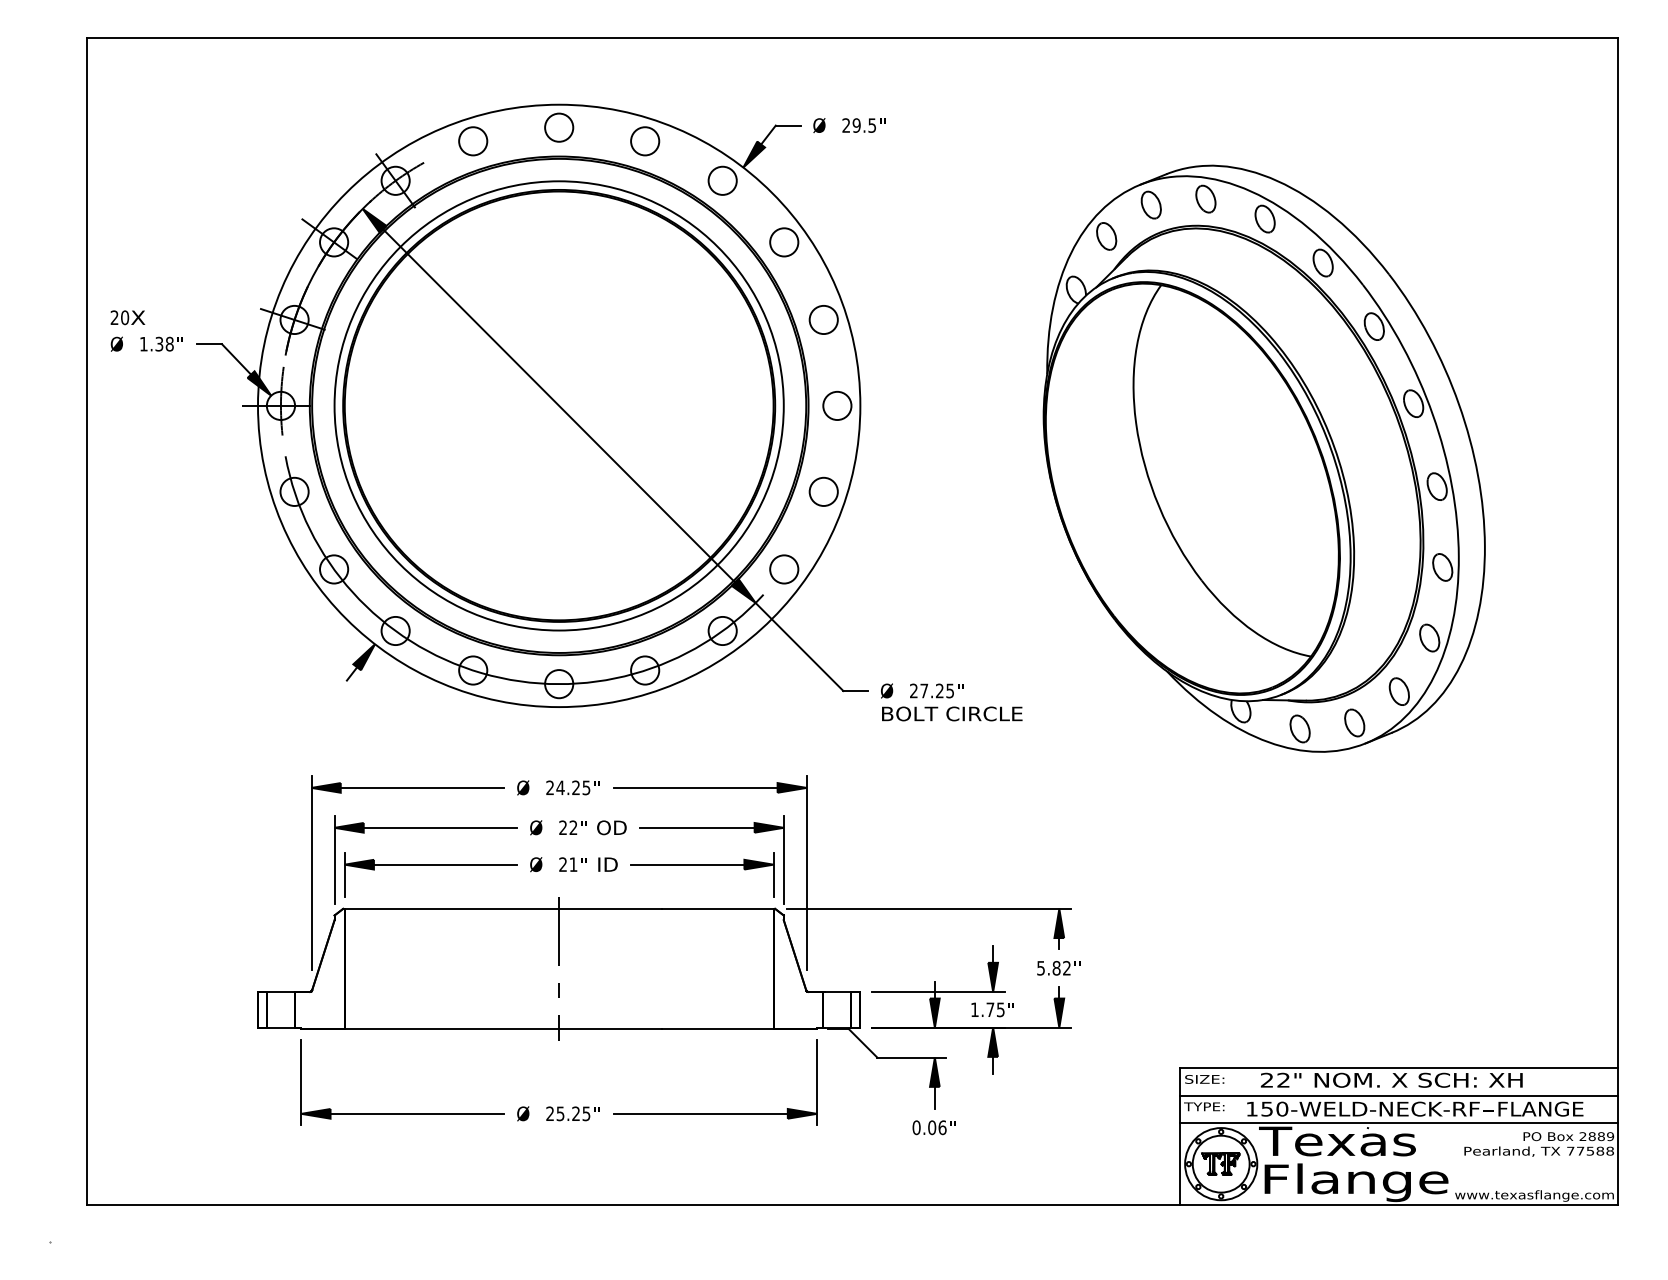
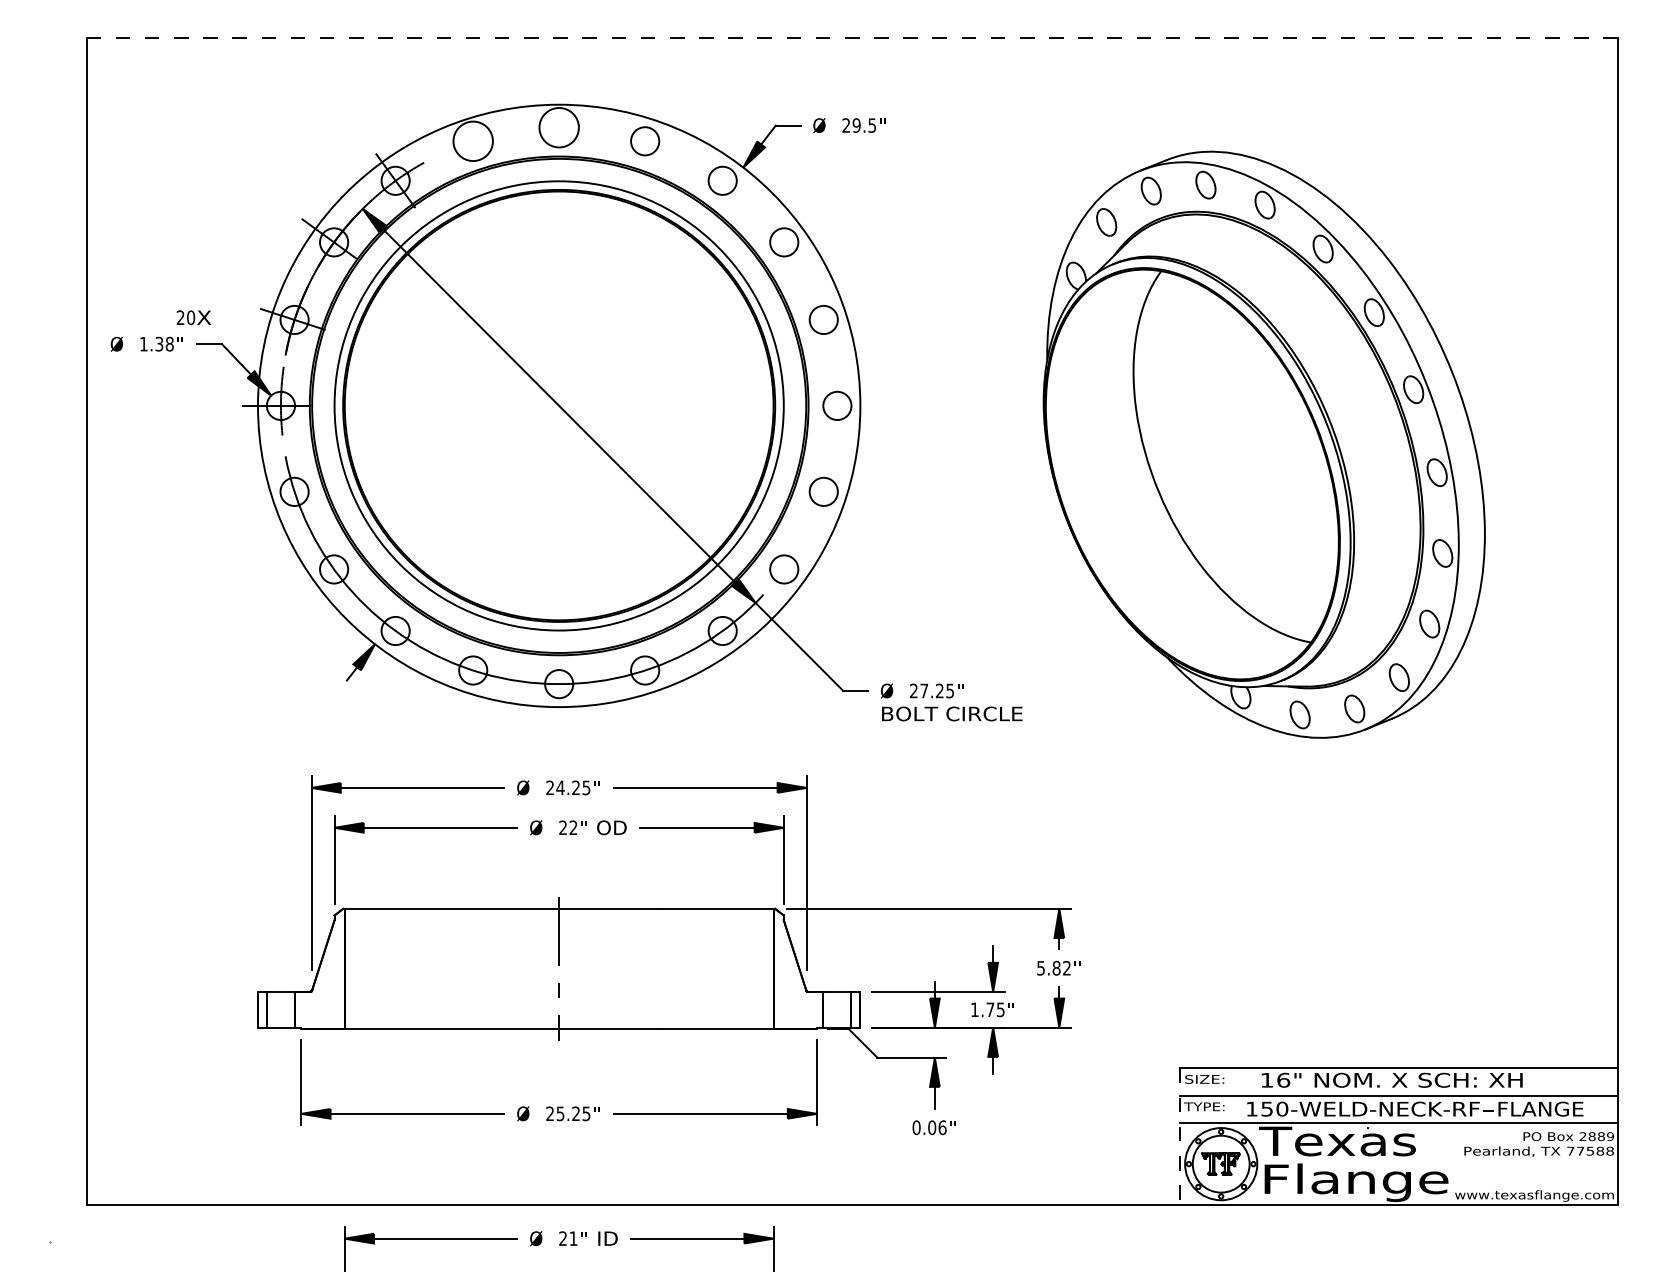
line at (852, 38): solid -> dashed
circle at (559, 127) diameter: 28 px -> 39 px
circle at (473, 141) diameter: 28 px -> 39 px
text at (127, 317) position: (127, 317) -> (193, 317)
part at (1263, 458) position: (1263, 458) -> (1263, 444)
part at (559, 874) position: (559, 874) -> (559, 1248)
text at (1275, 1079): 22" -> 16"
line at (1180, 1137): solid -> dashed
